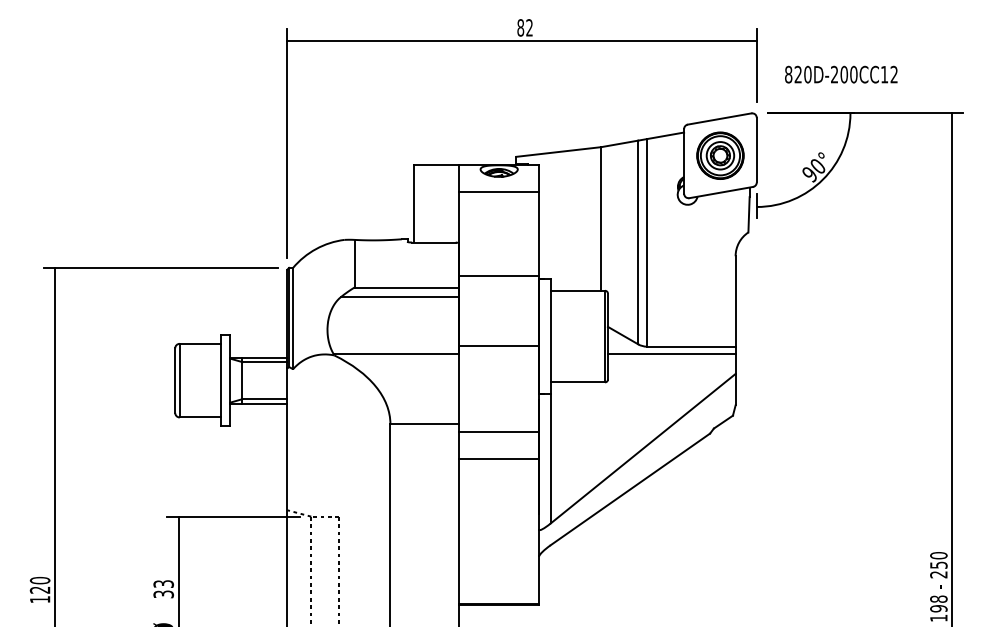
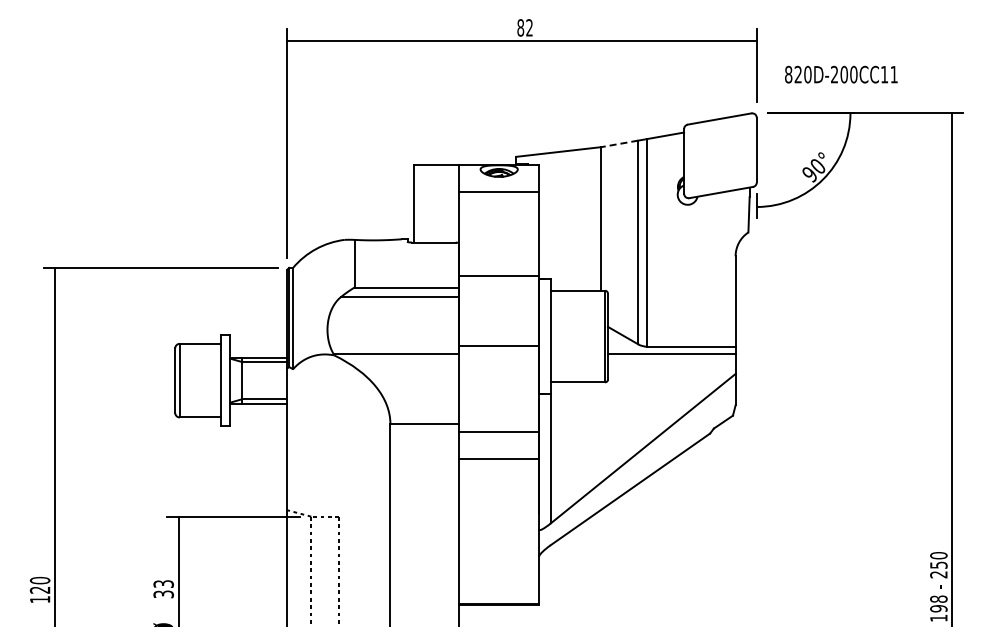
text at (893, 74): 820D-200CC12 -> 820D-200CC11
line at (619, 143): solid -> dashed
part at (720, 155): present -> none
